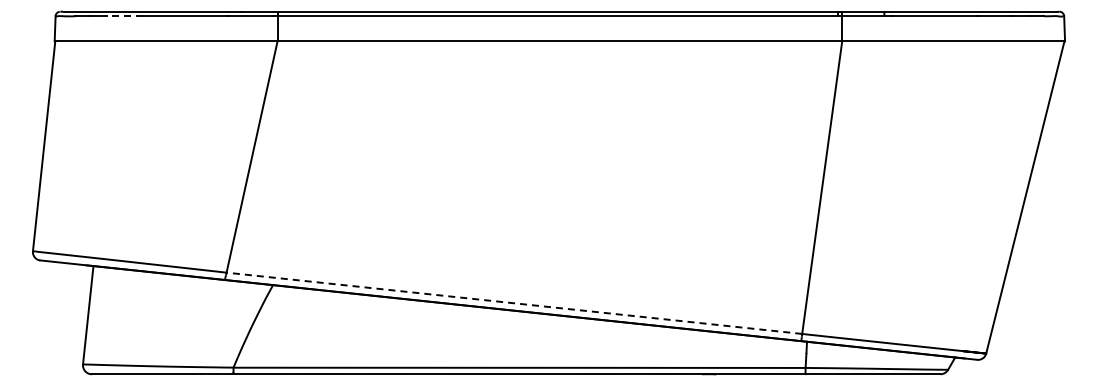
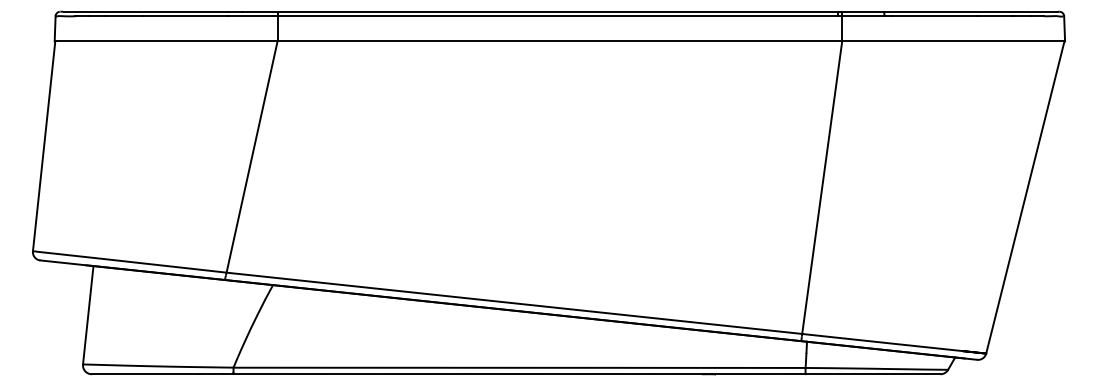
line at (124, 16): dashed -> solid
line at (513, 303): dashed -> solid
